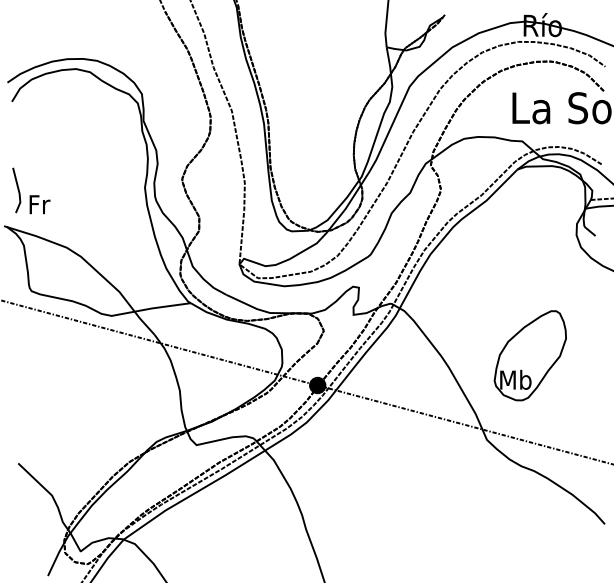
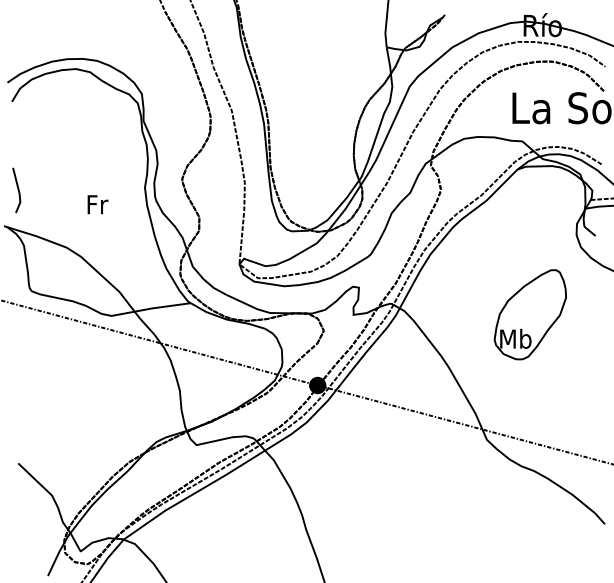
text at (39, 204) position: (39, 204) -> (97, 204)
part at (529, 355) position: (529, 355) -> (529, 314)
